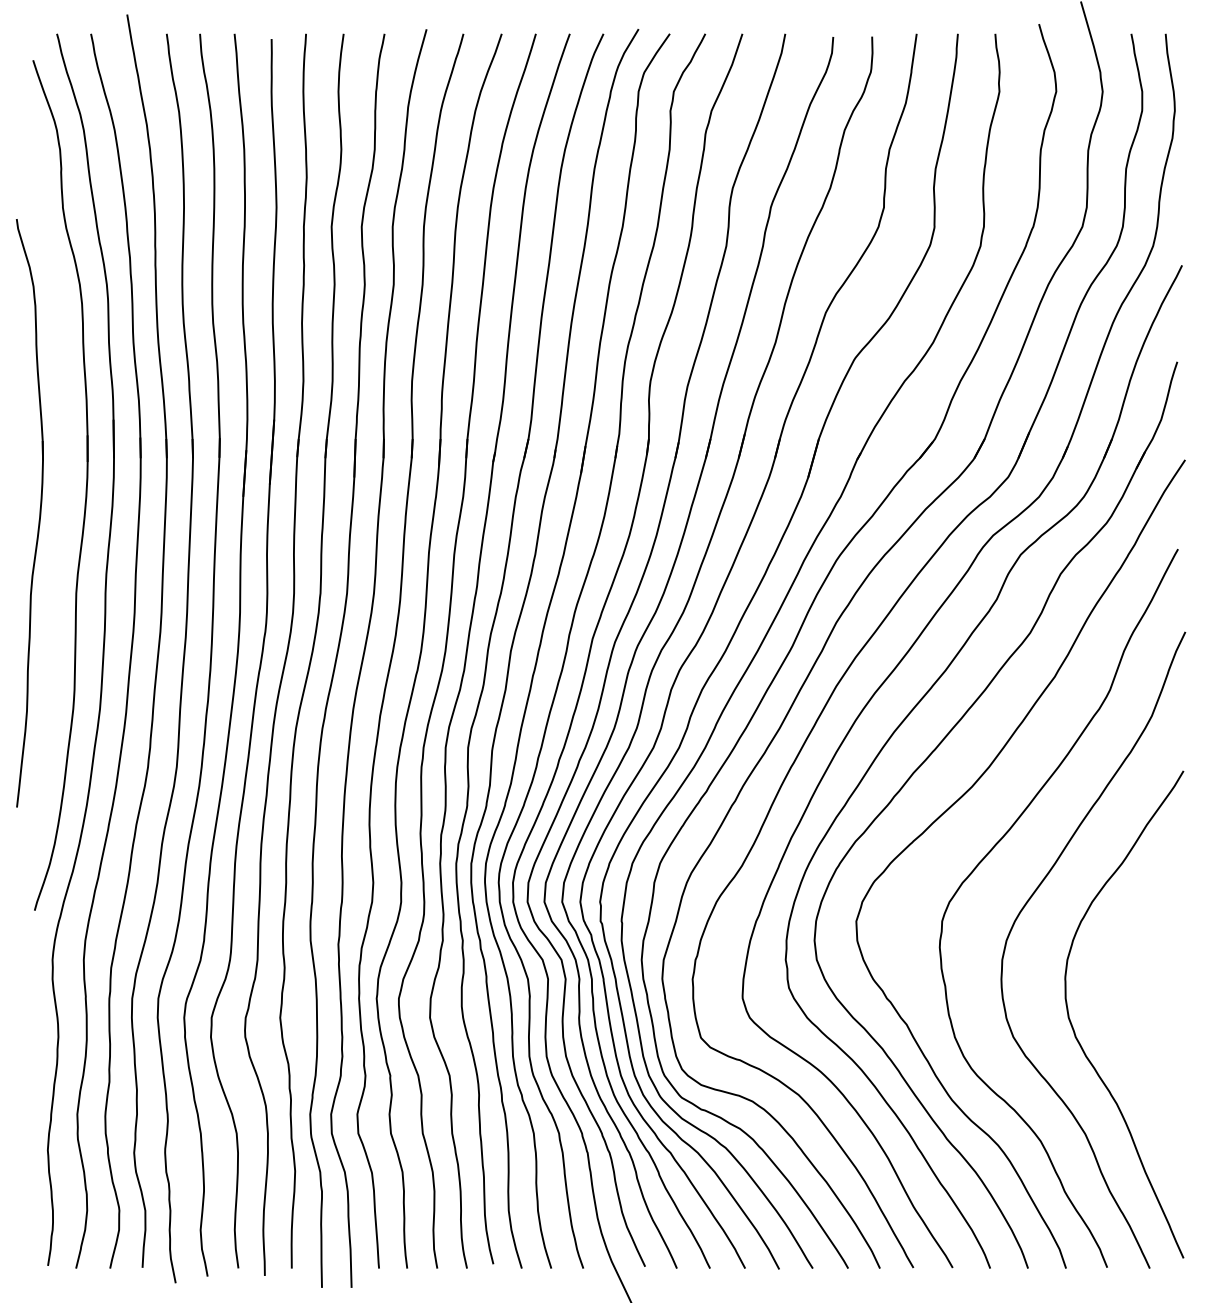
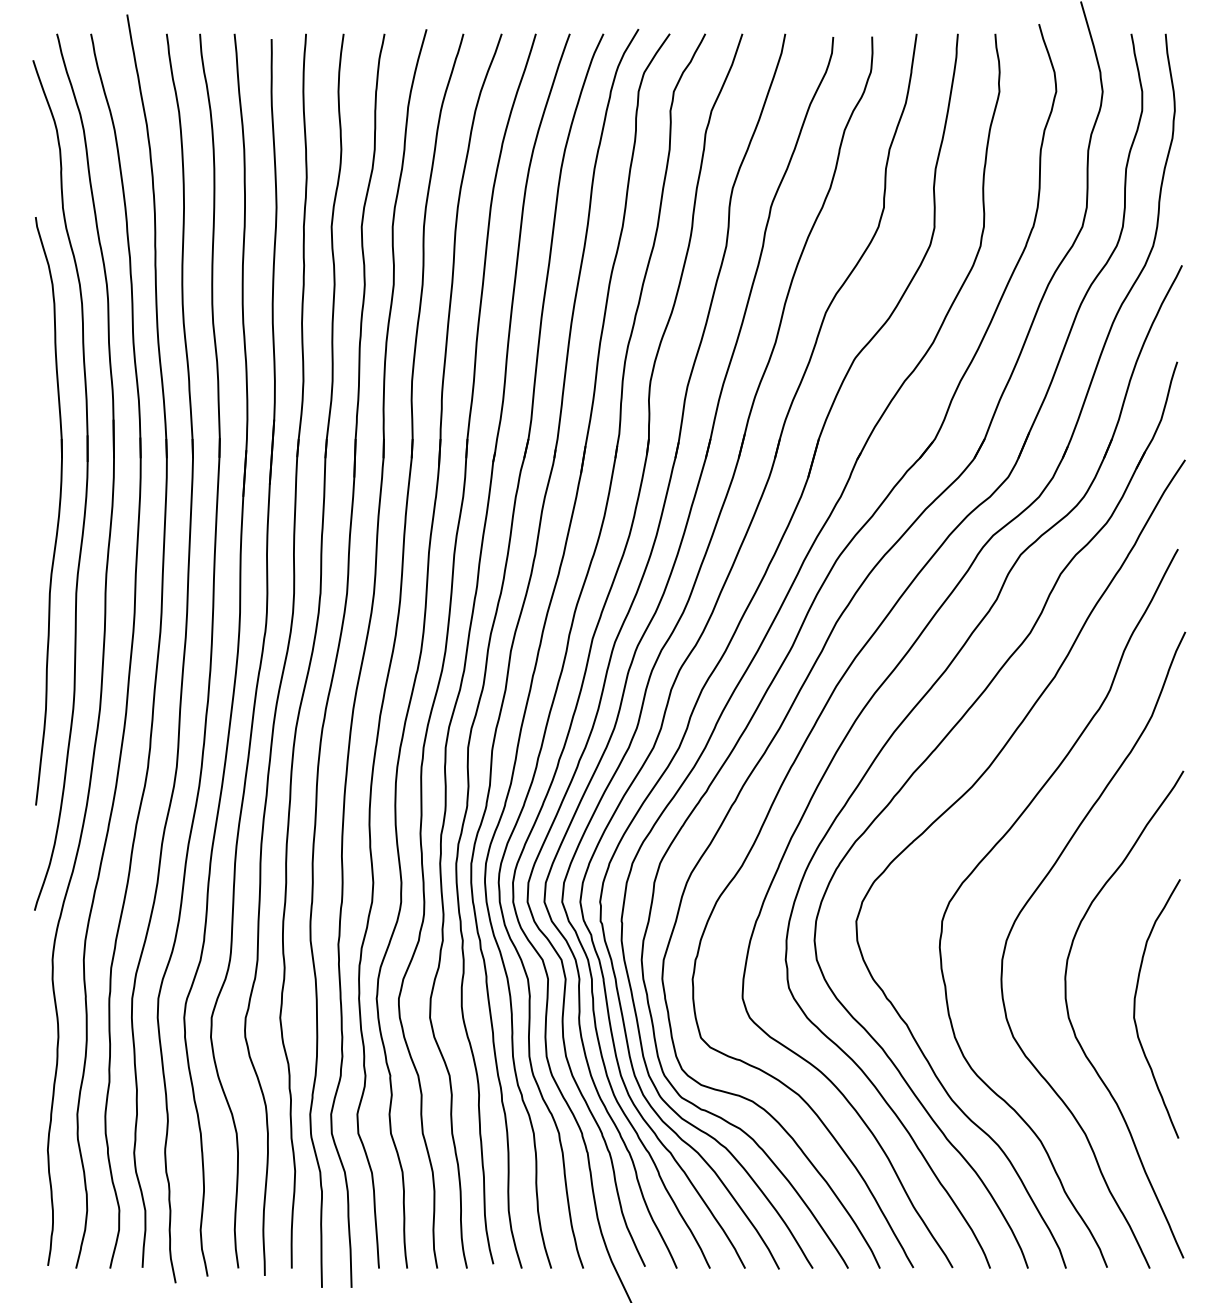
part at (39, 513) position: (39, 513) -> (58, 511)
curve at (1135, 1008): none -> present
